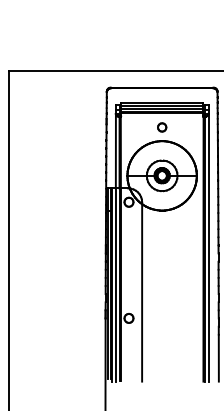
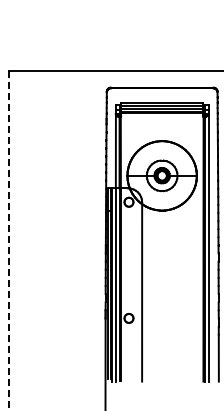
part at (162, 127): present -> none
line at (9, 240): solid -> dashed
